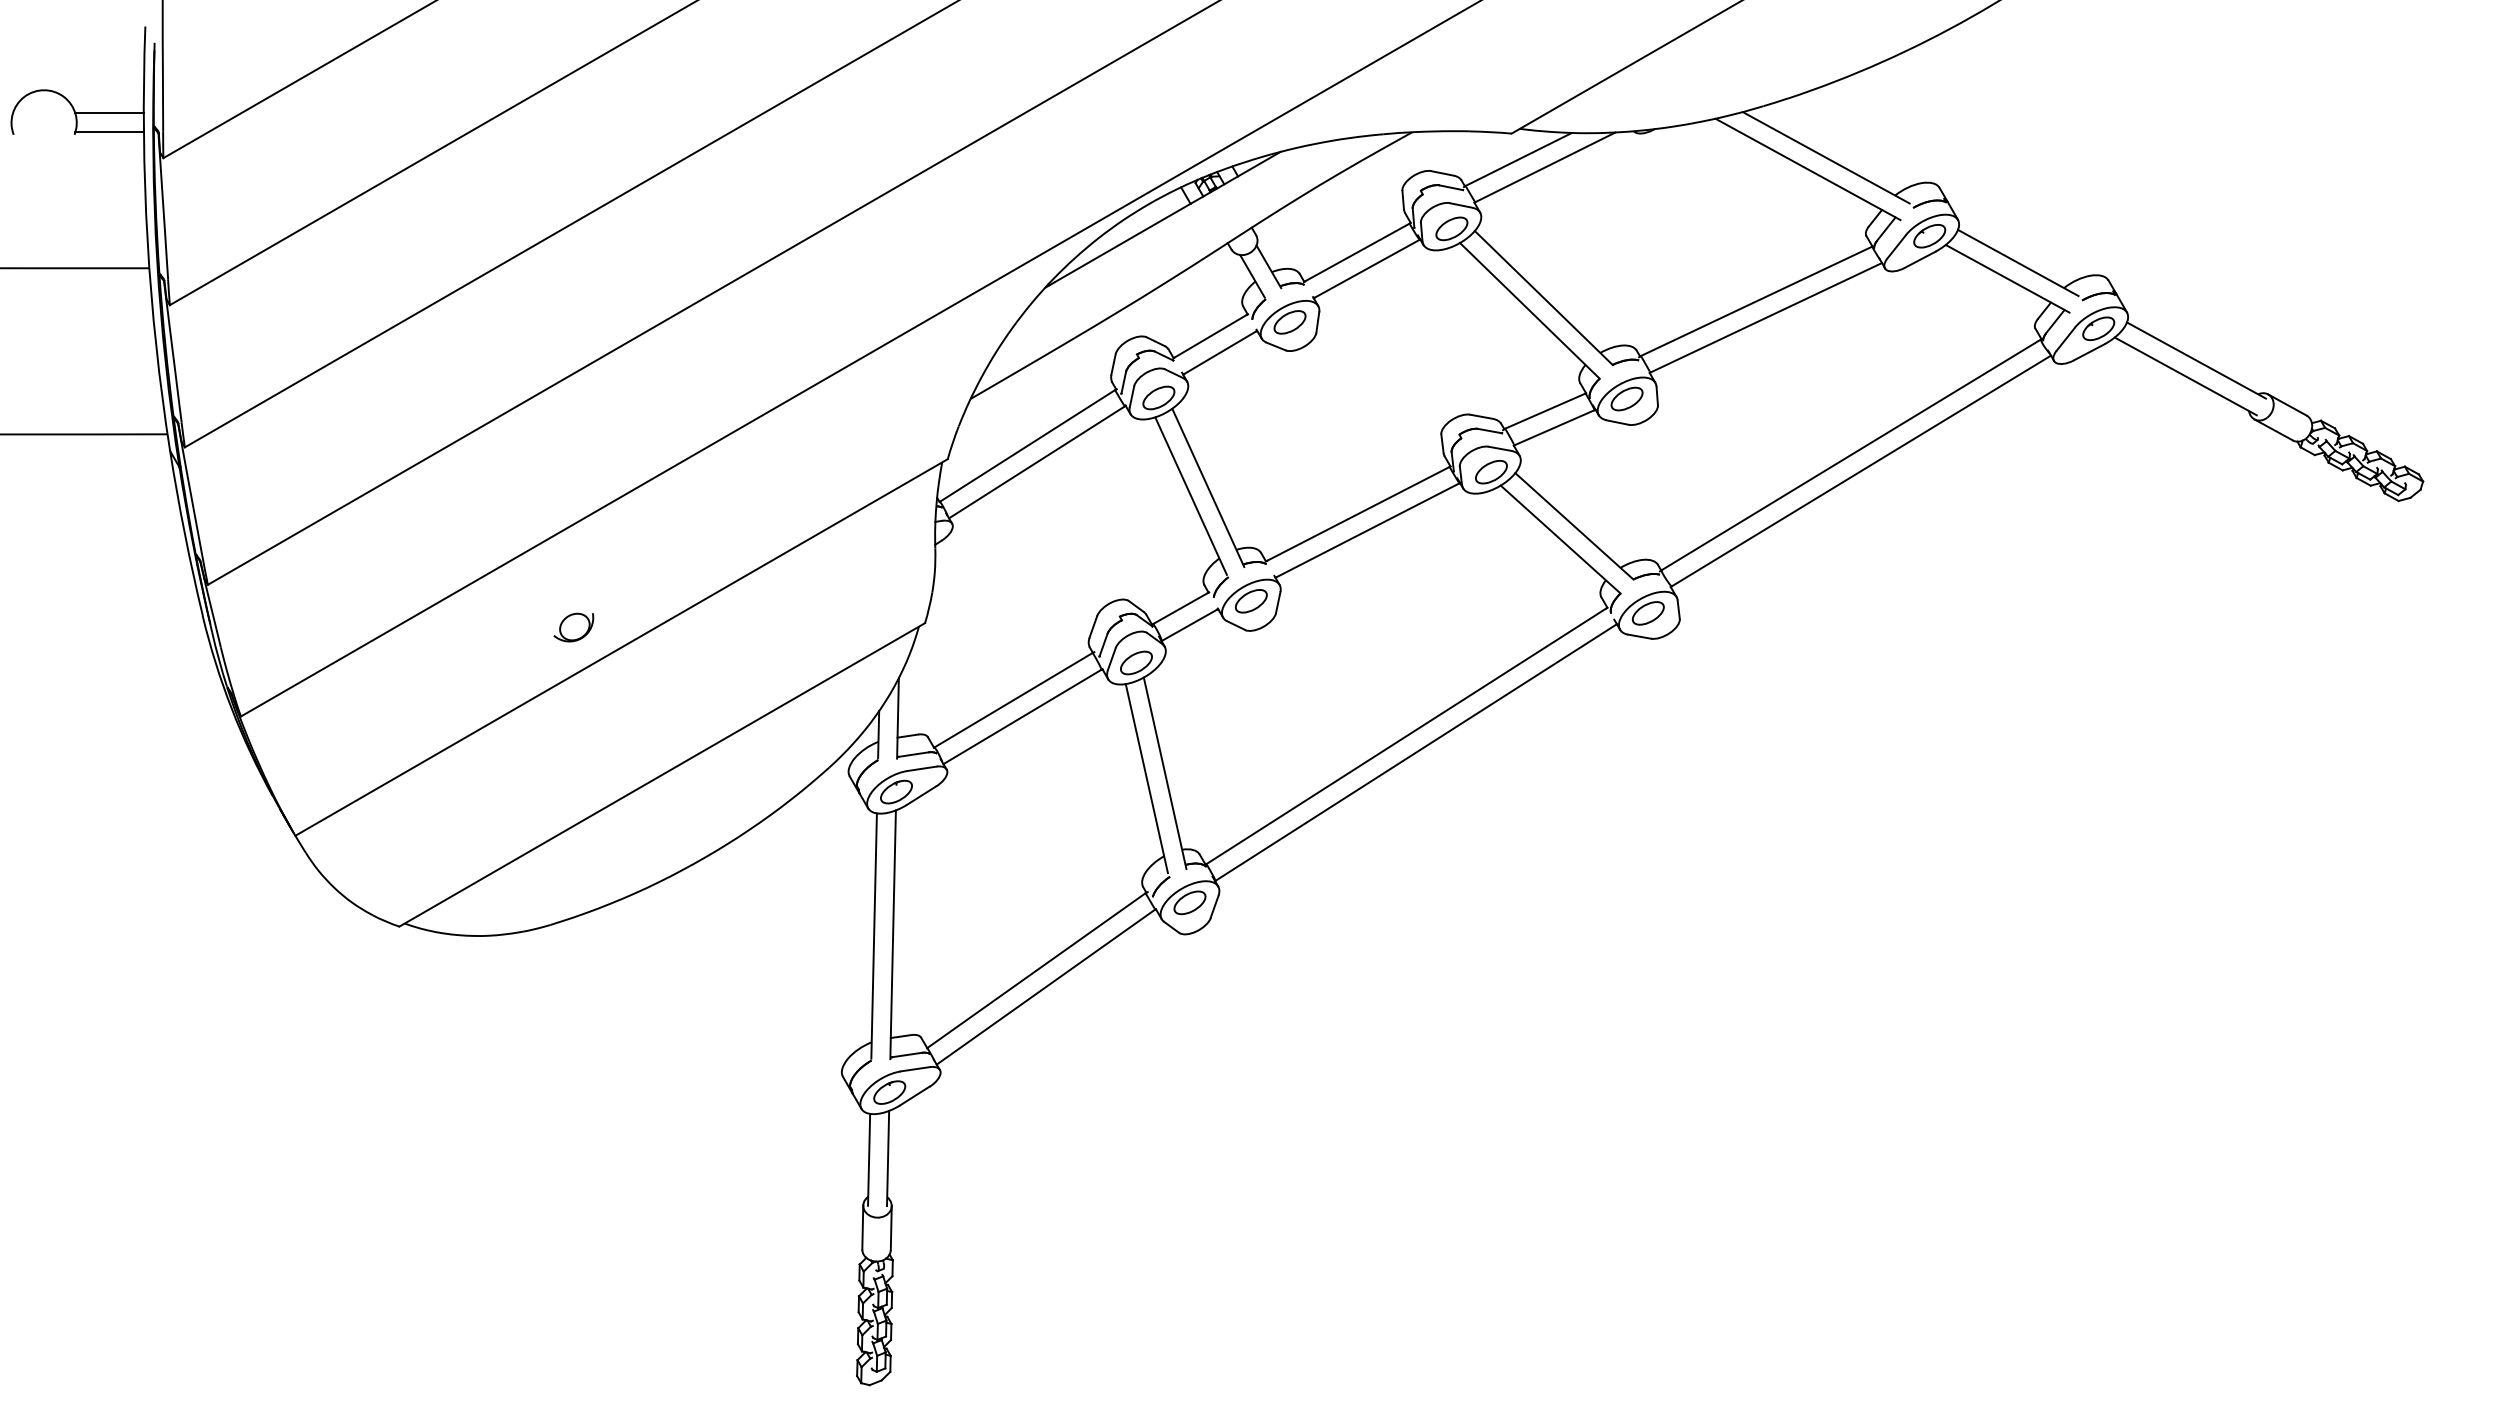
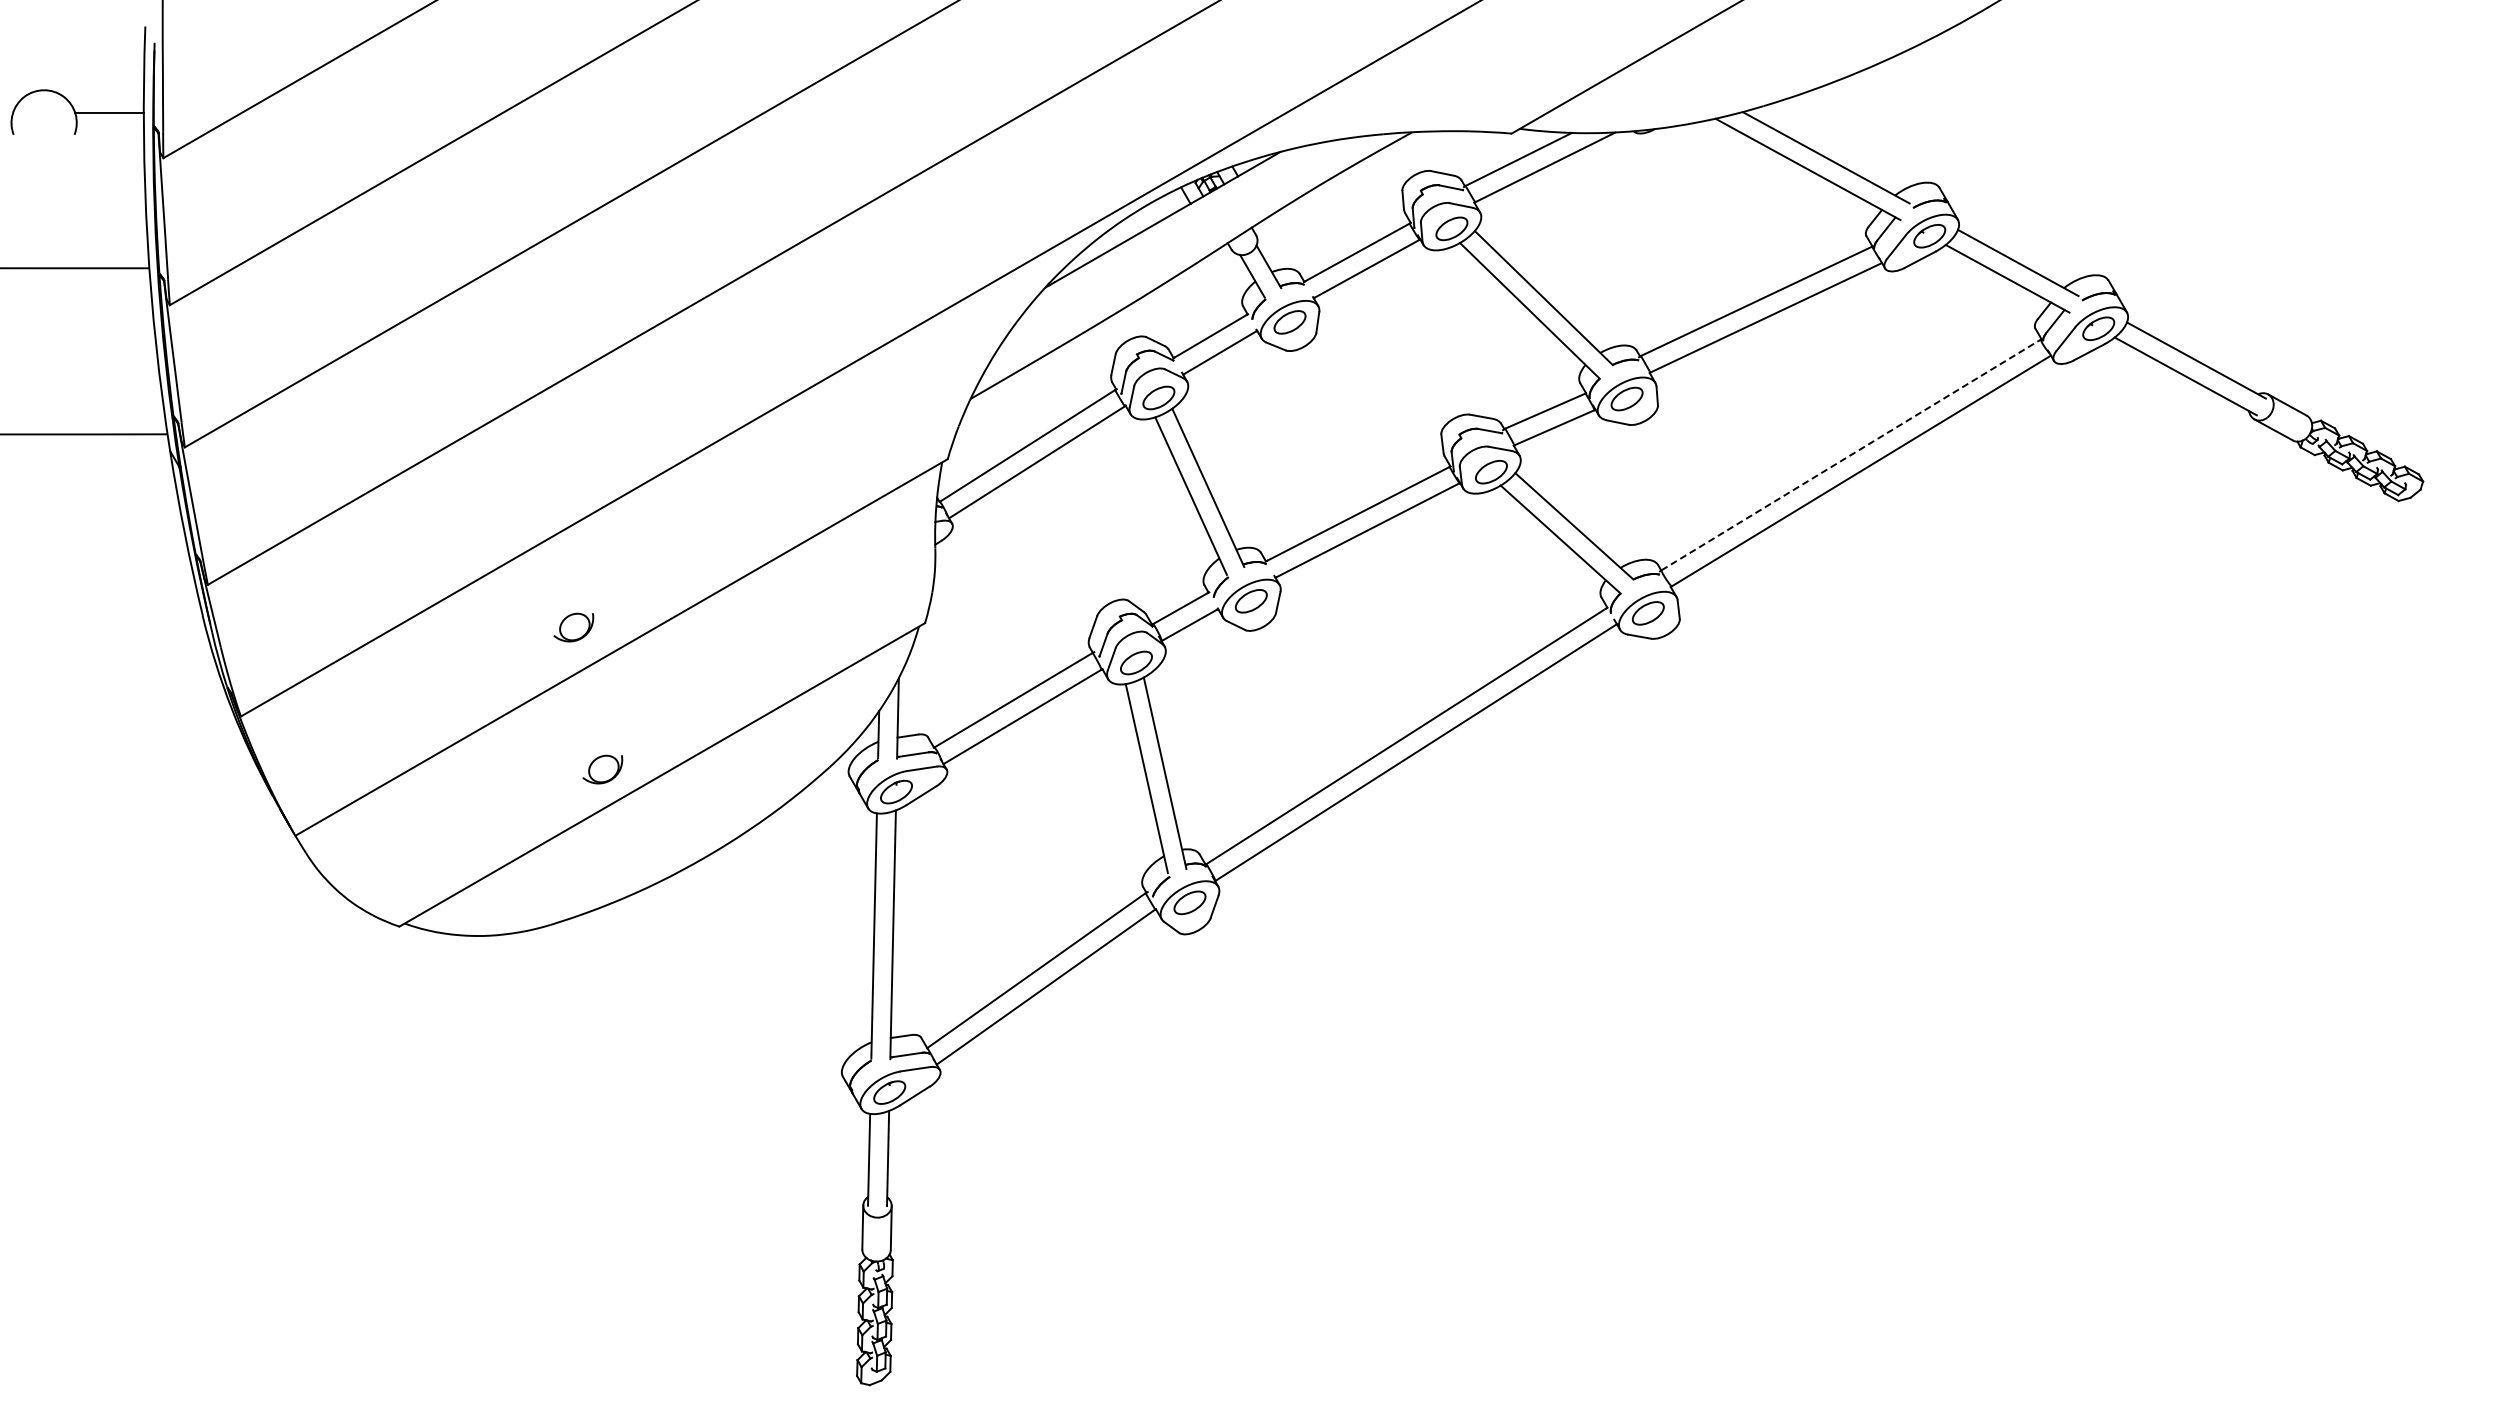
line at (109, 132): present -> none
line at (1851, 454): solid -> dashed
part at (602, 769): none -> present
